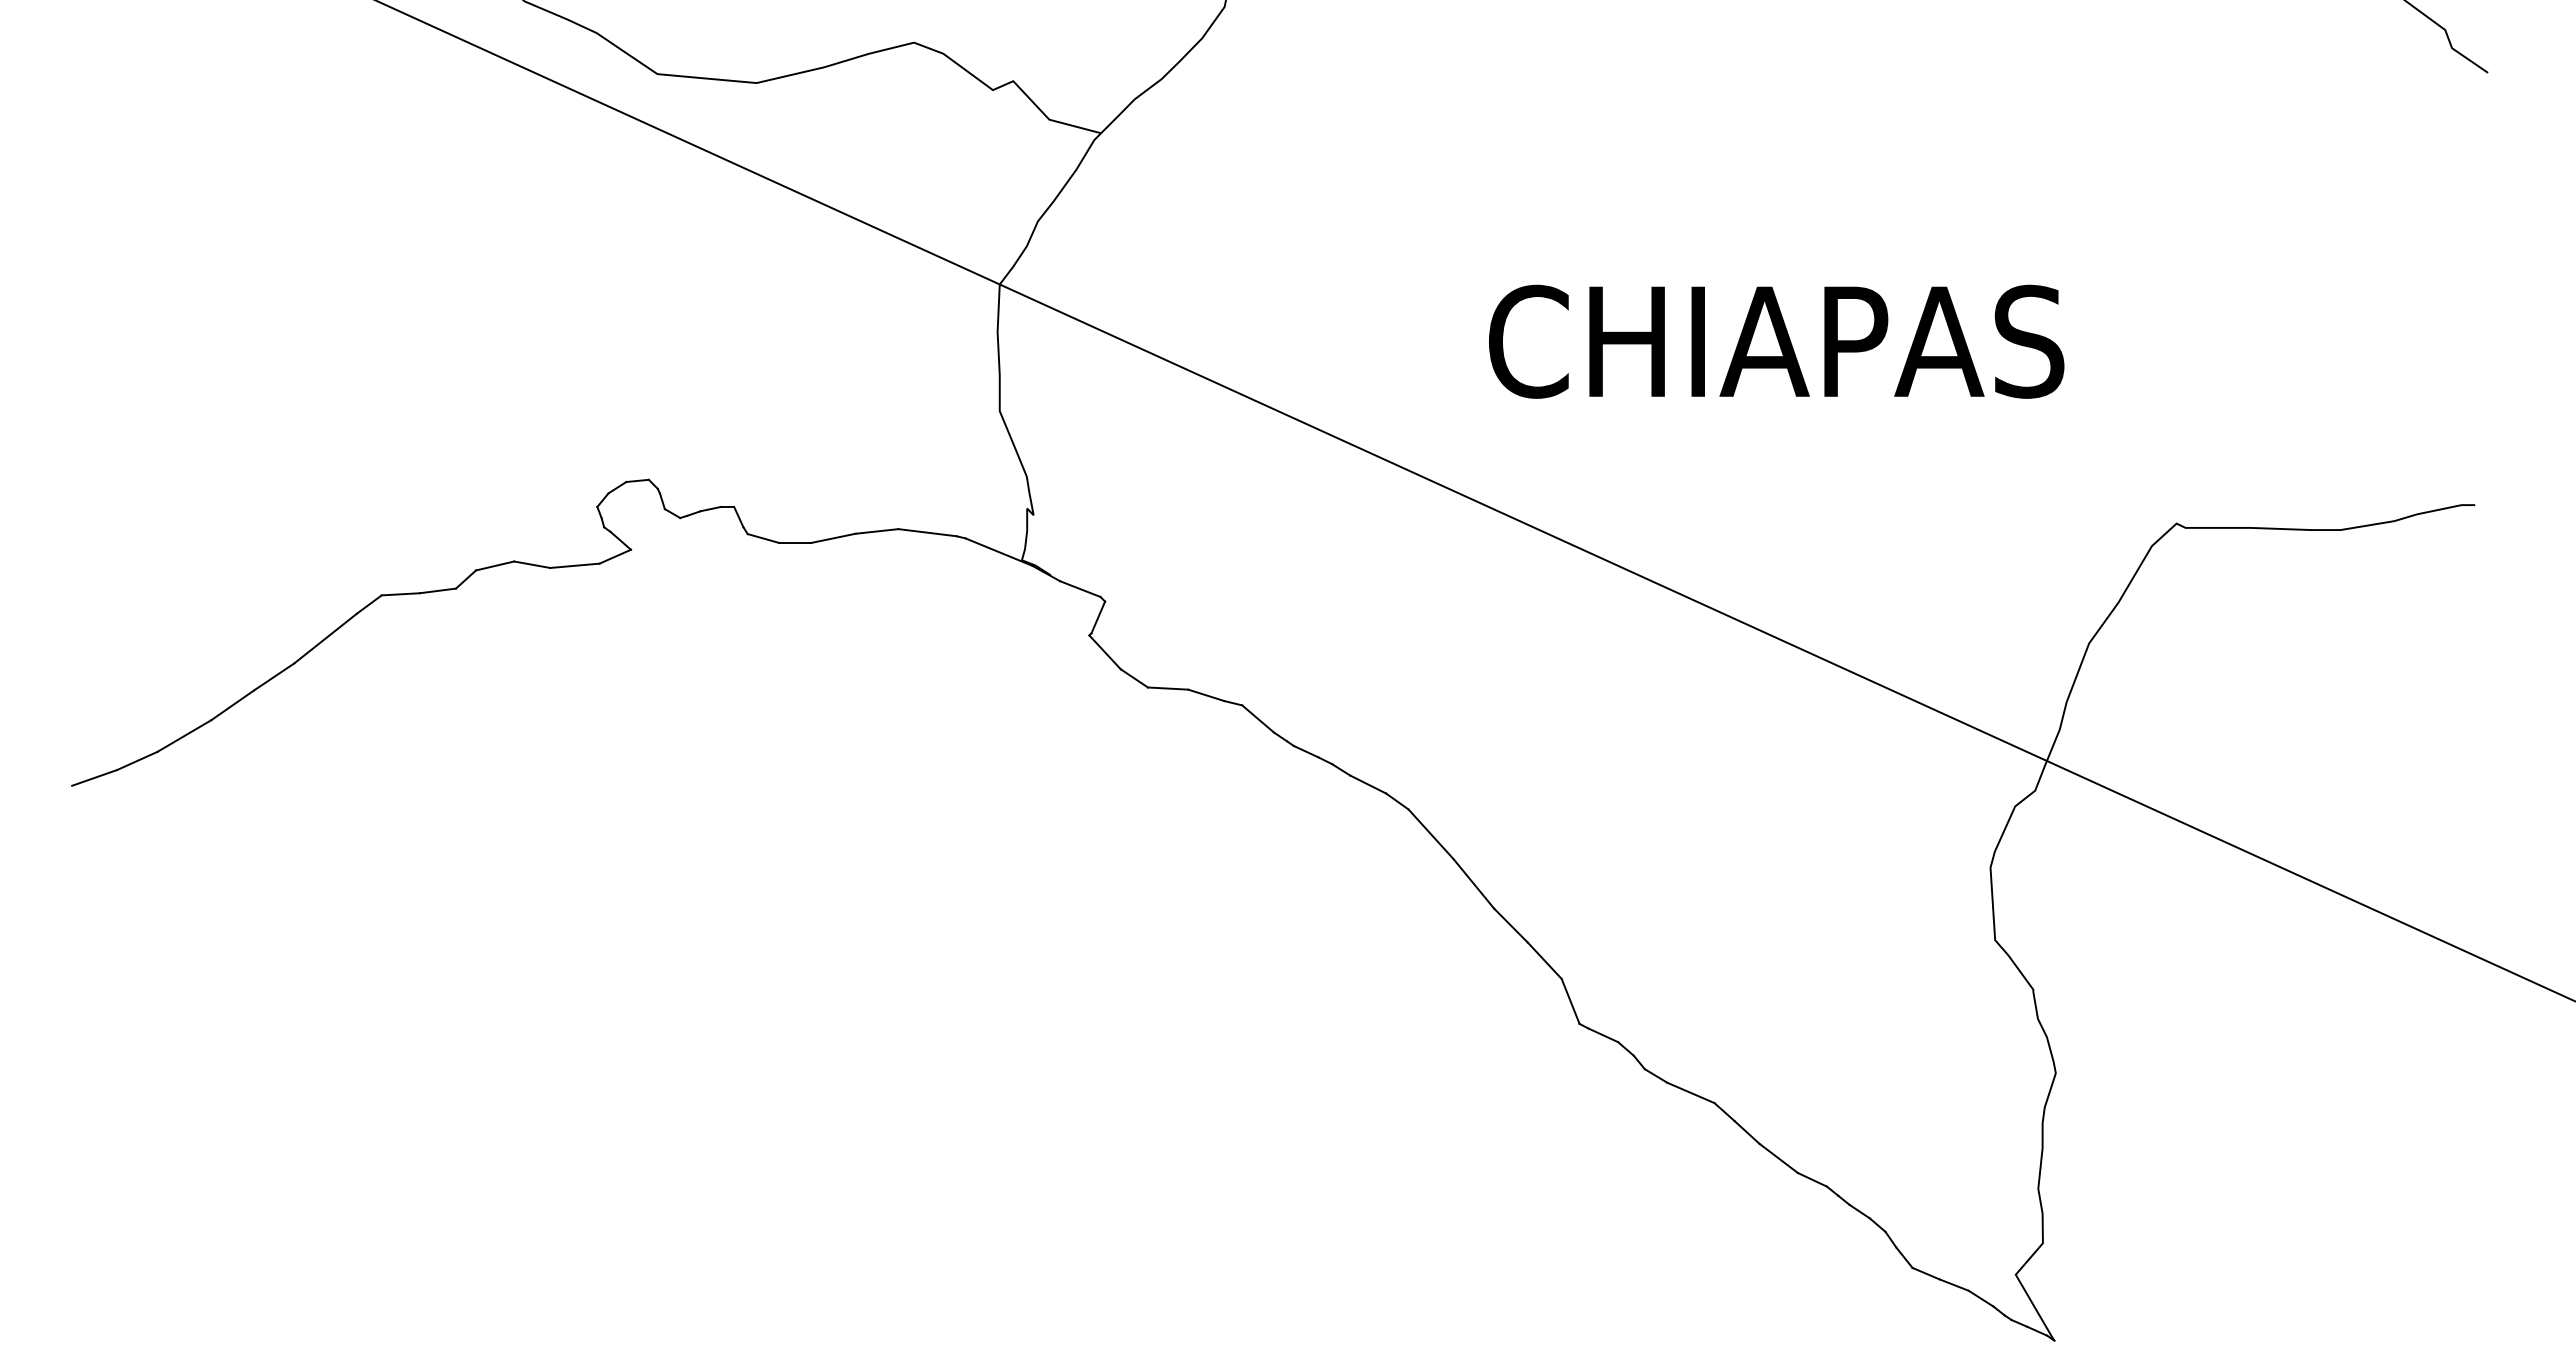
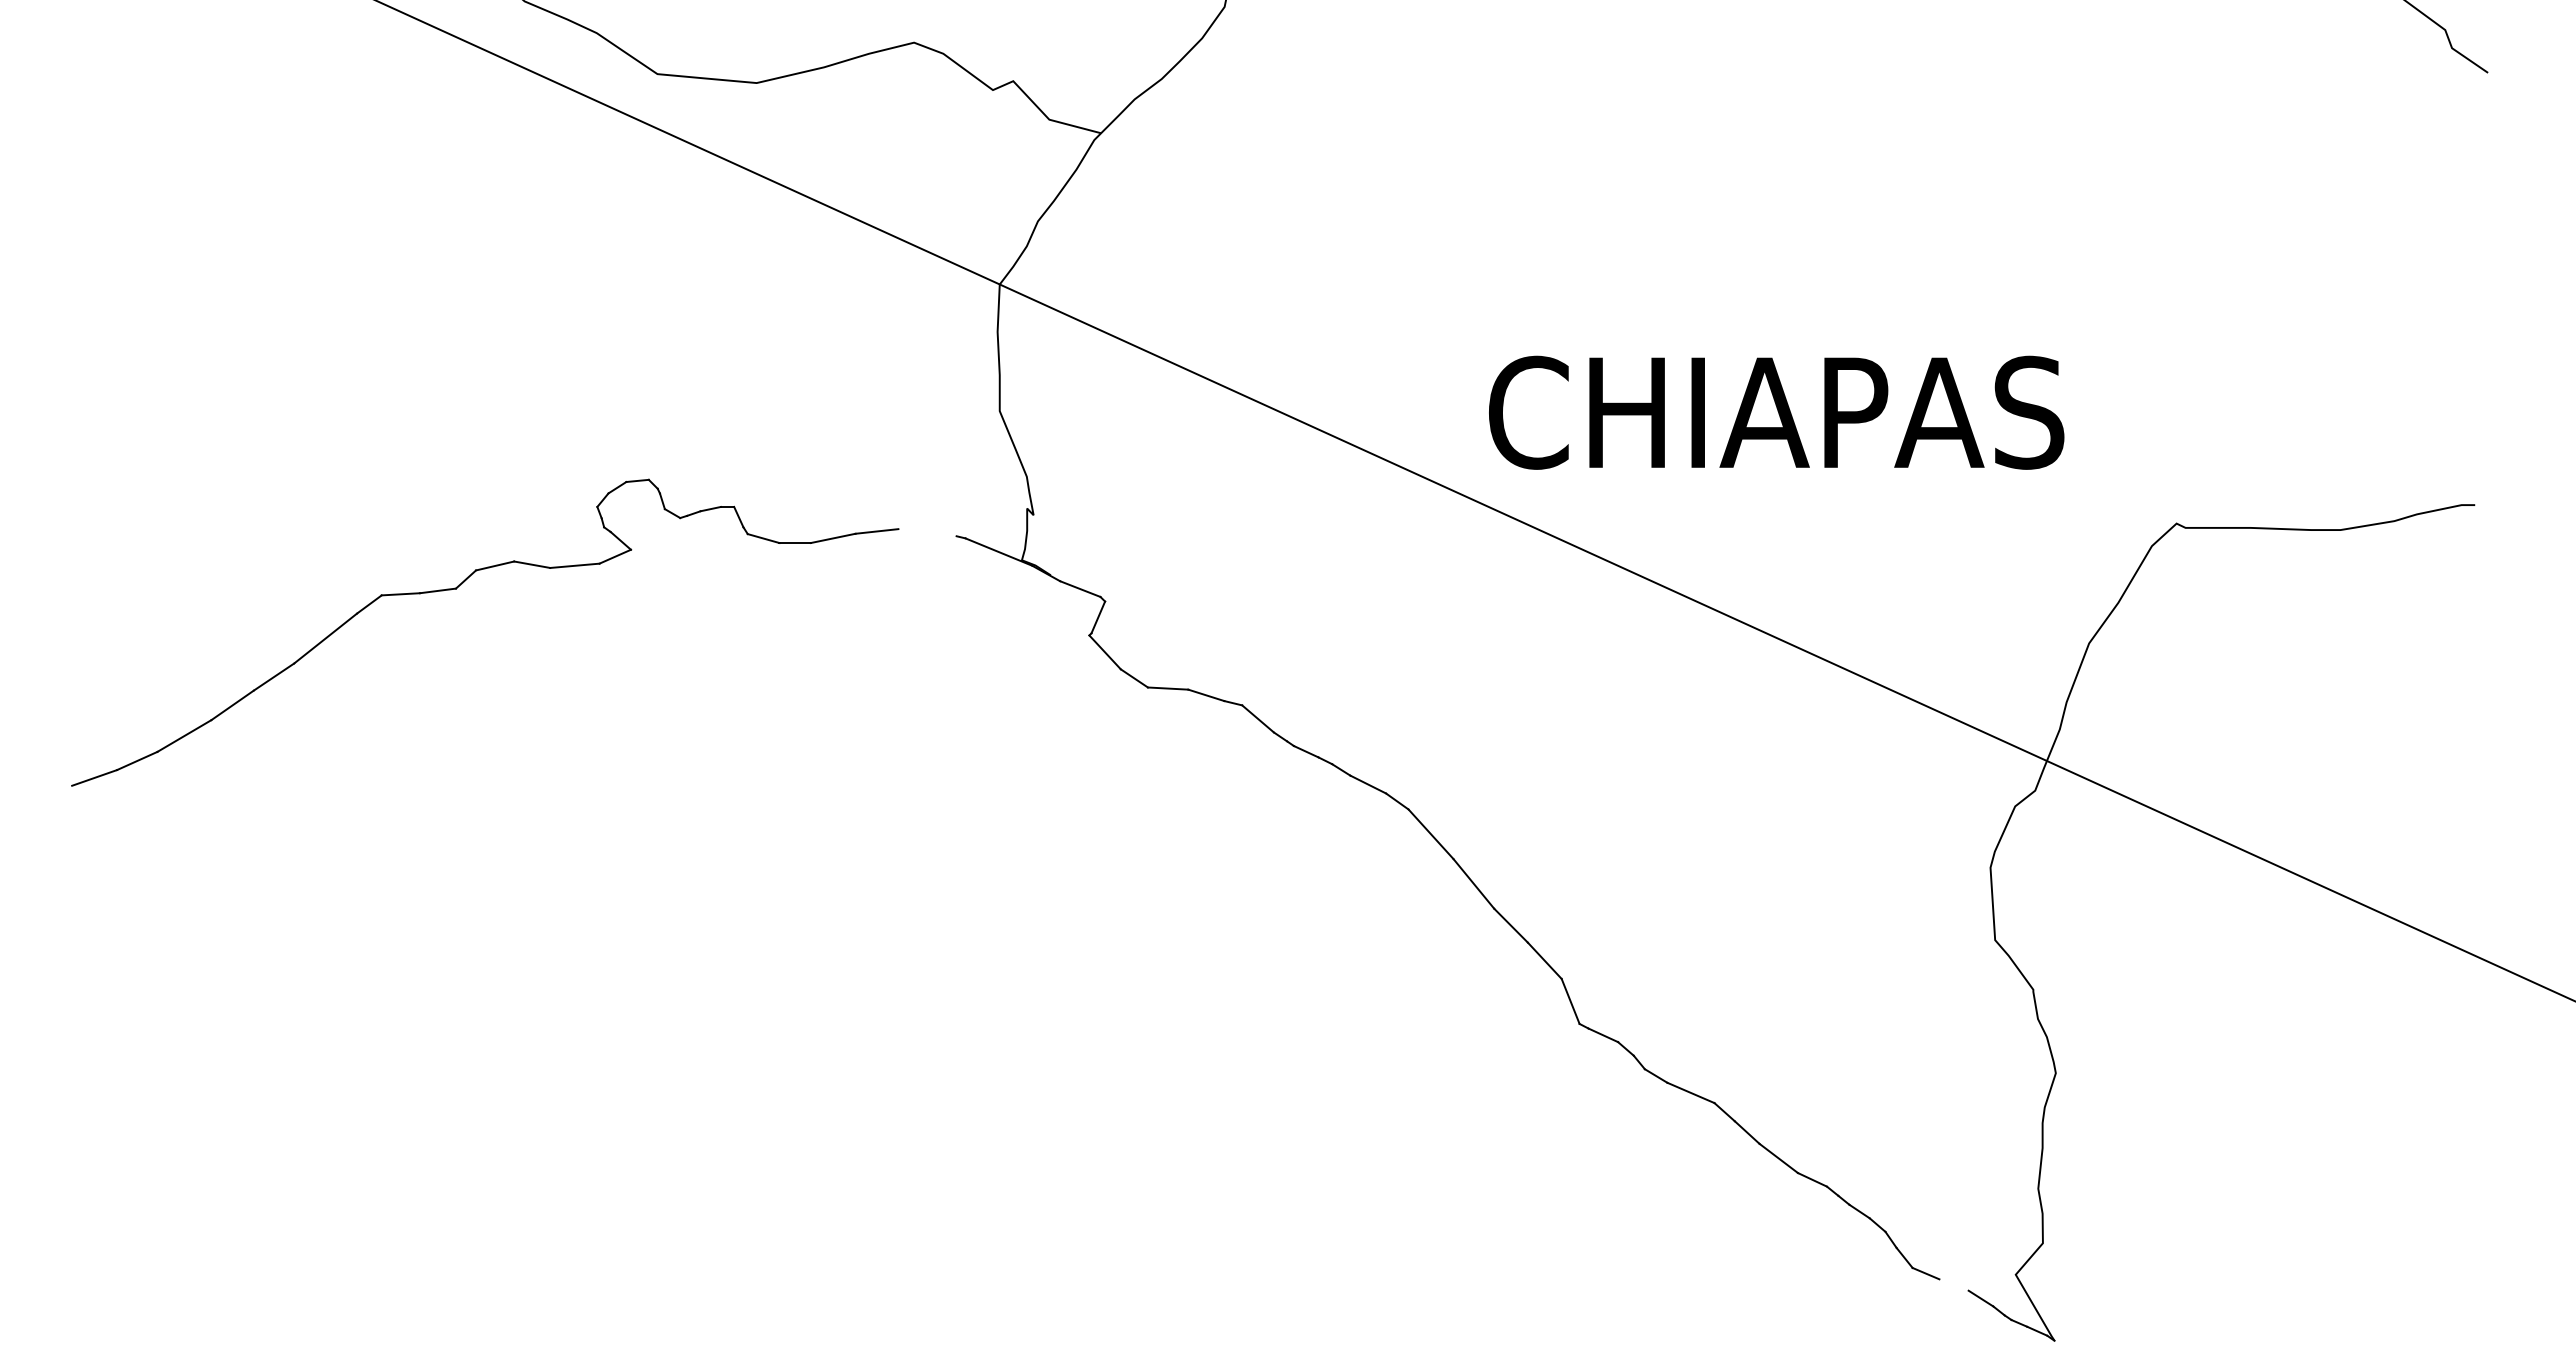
text at (1776, 341) position: (1776, 341) -> (1776, 412)
line at (927, 532): present -> none
line at (1953, 1284): present -> none
